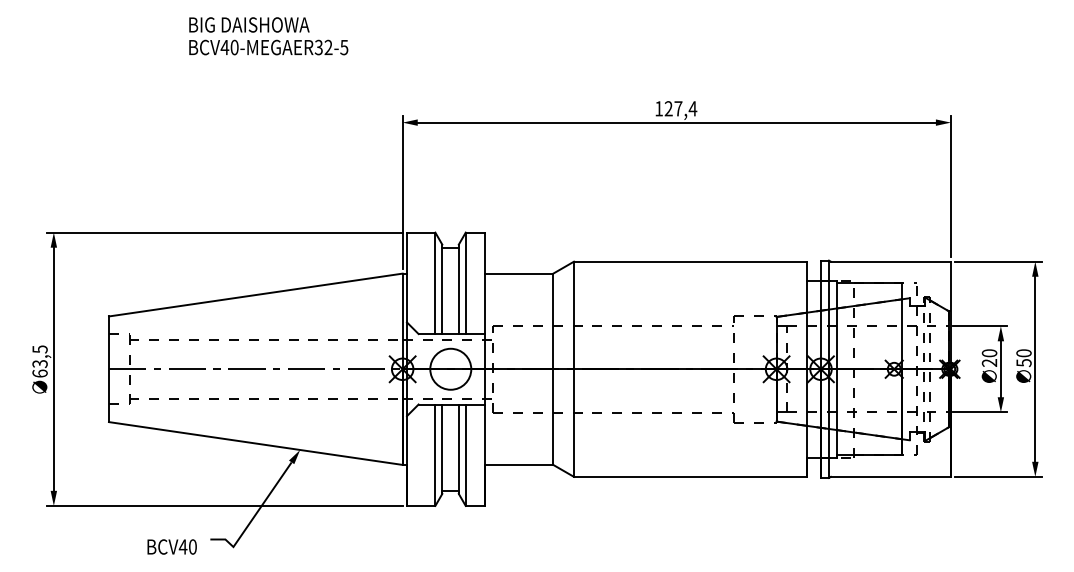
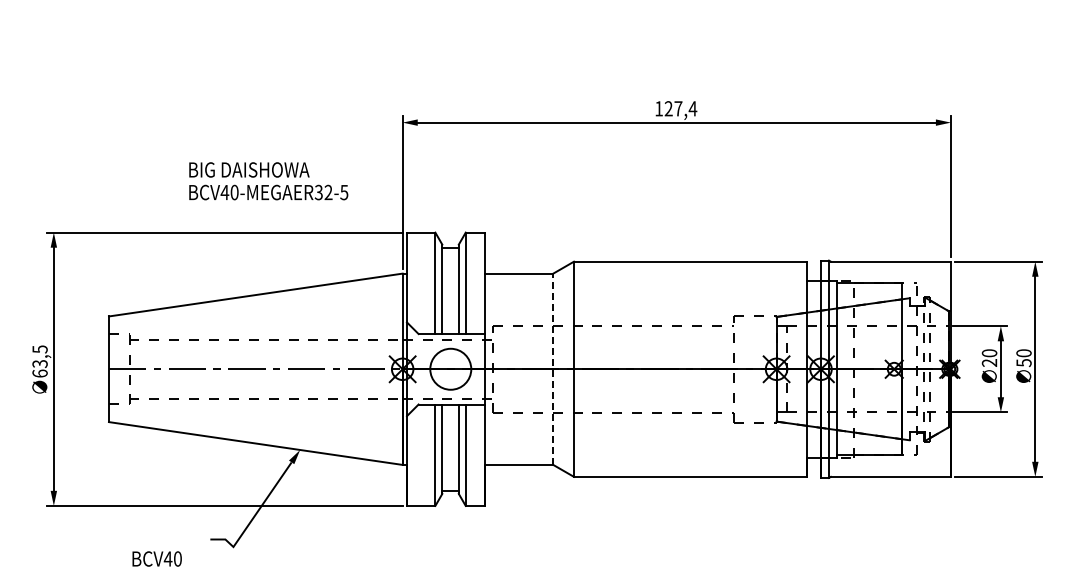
text at (268, 36) position: (268, 36) -> (268, 181)
line at (553, 369): solid -> dashed
text at (171, 546) position: (171, 546) -> (156, 558)
